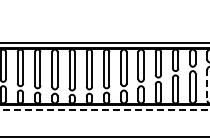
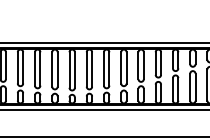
line at (207, 85): dashed -> solid
line at (105, 109): dashed -> solid
